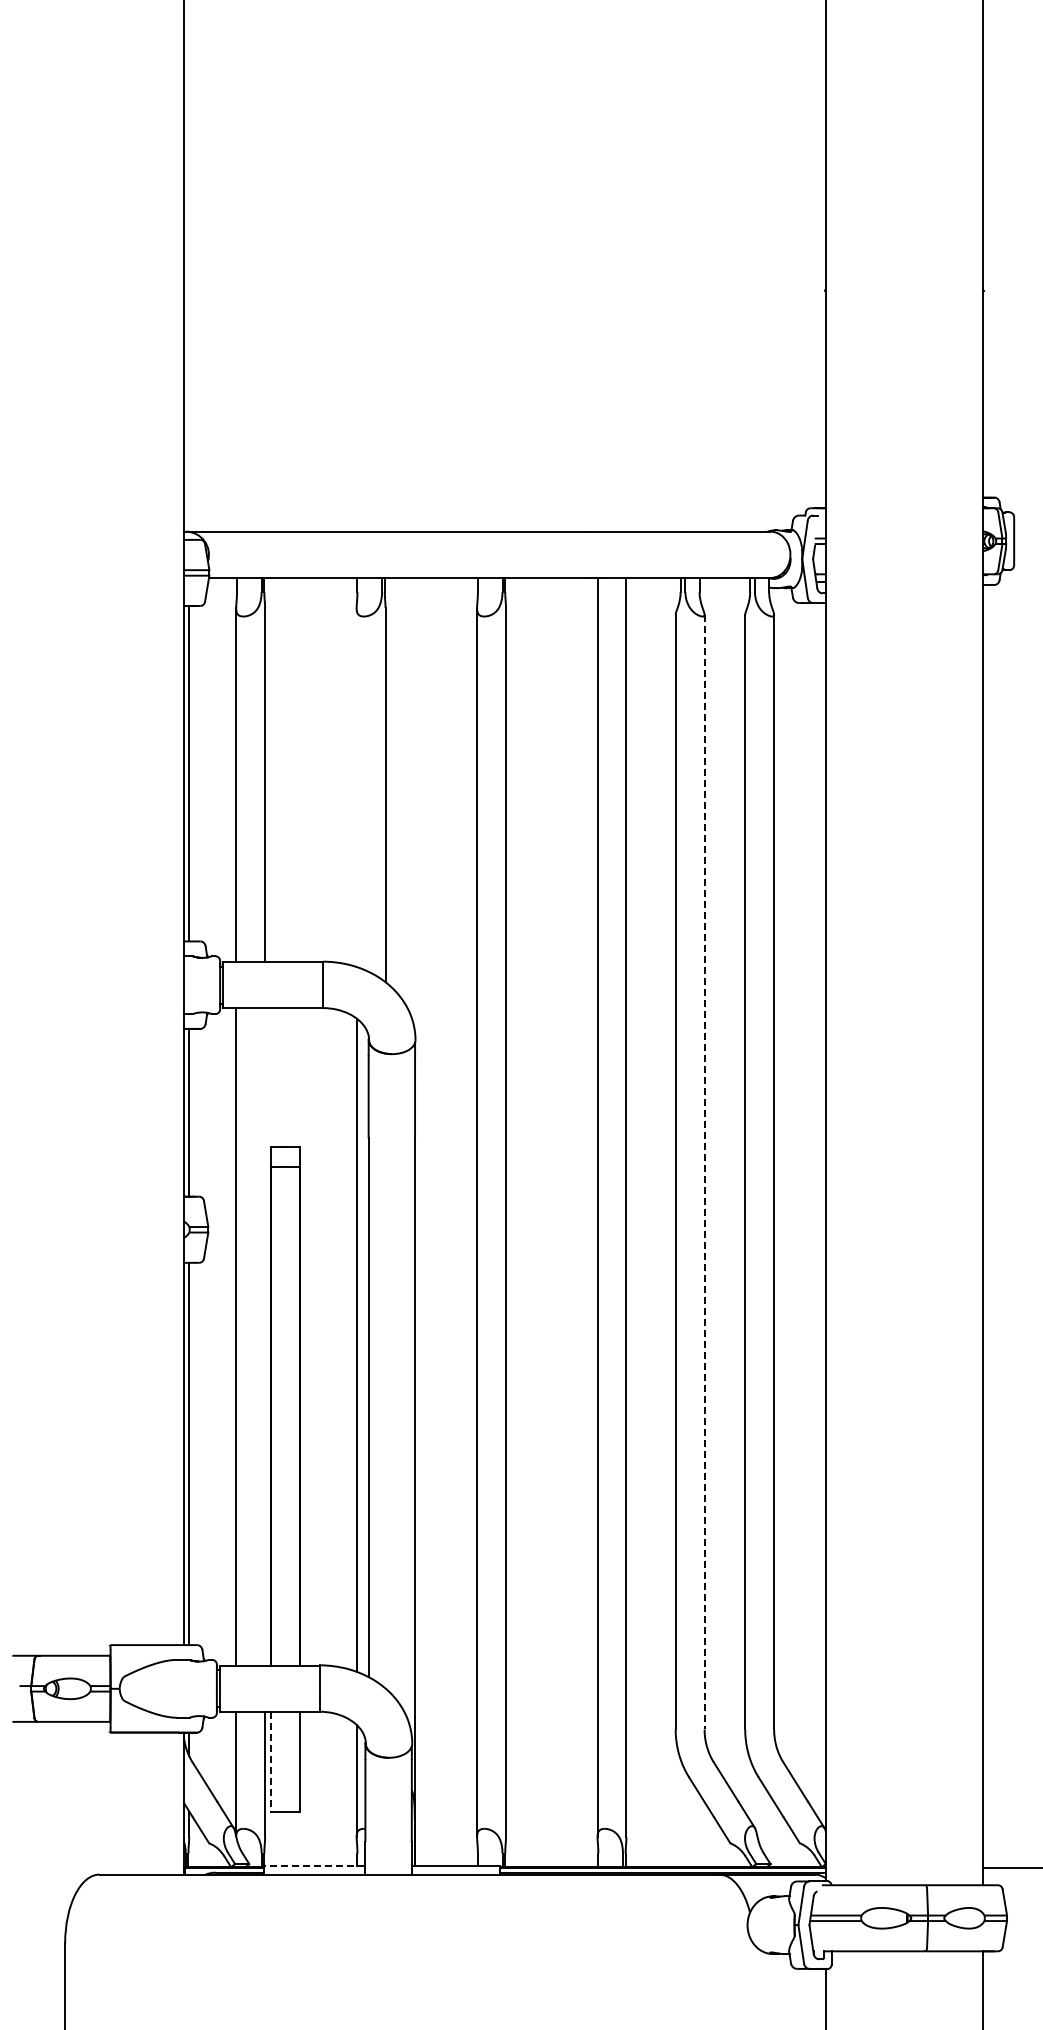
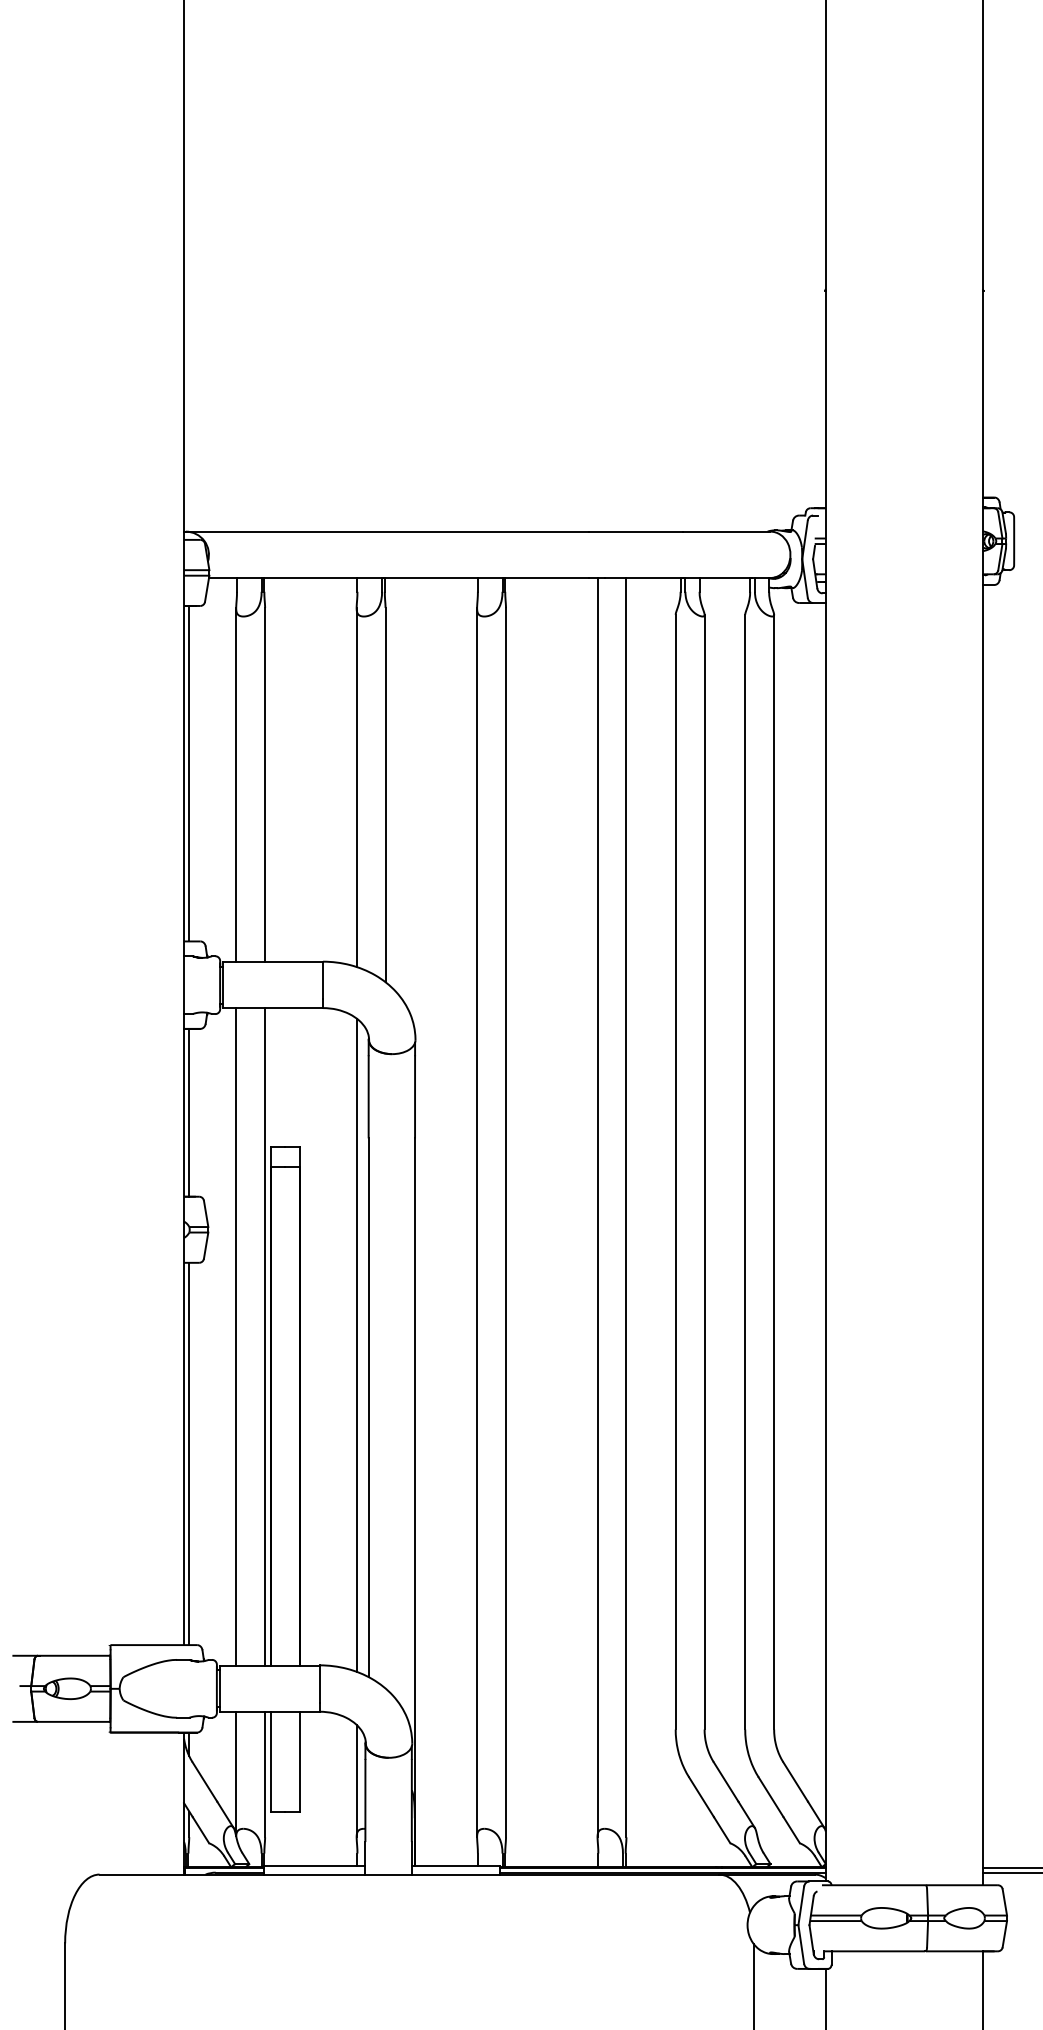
line at (356, 787): none -> present
line at (704, 1172): dashed -> solid
line at (265, 1336): none -> present
line at (270, 1762): dashed -> solid
line at (314, 1866): dashed -> solid
line at (1010, 1872): none -> present
line at (753, 1984): none -> present
